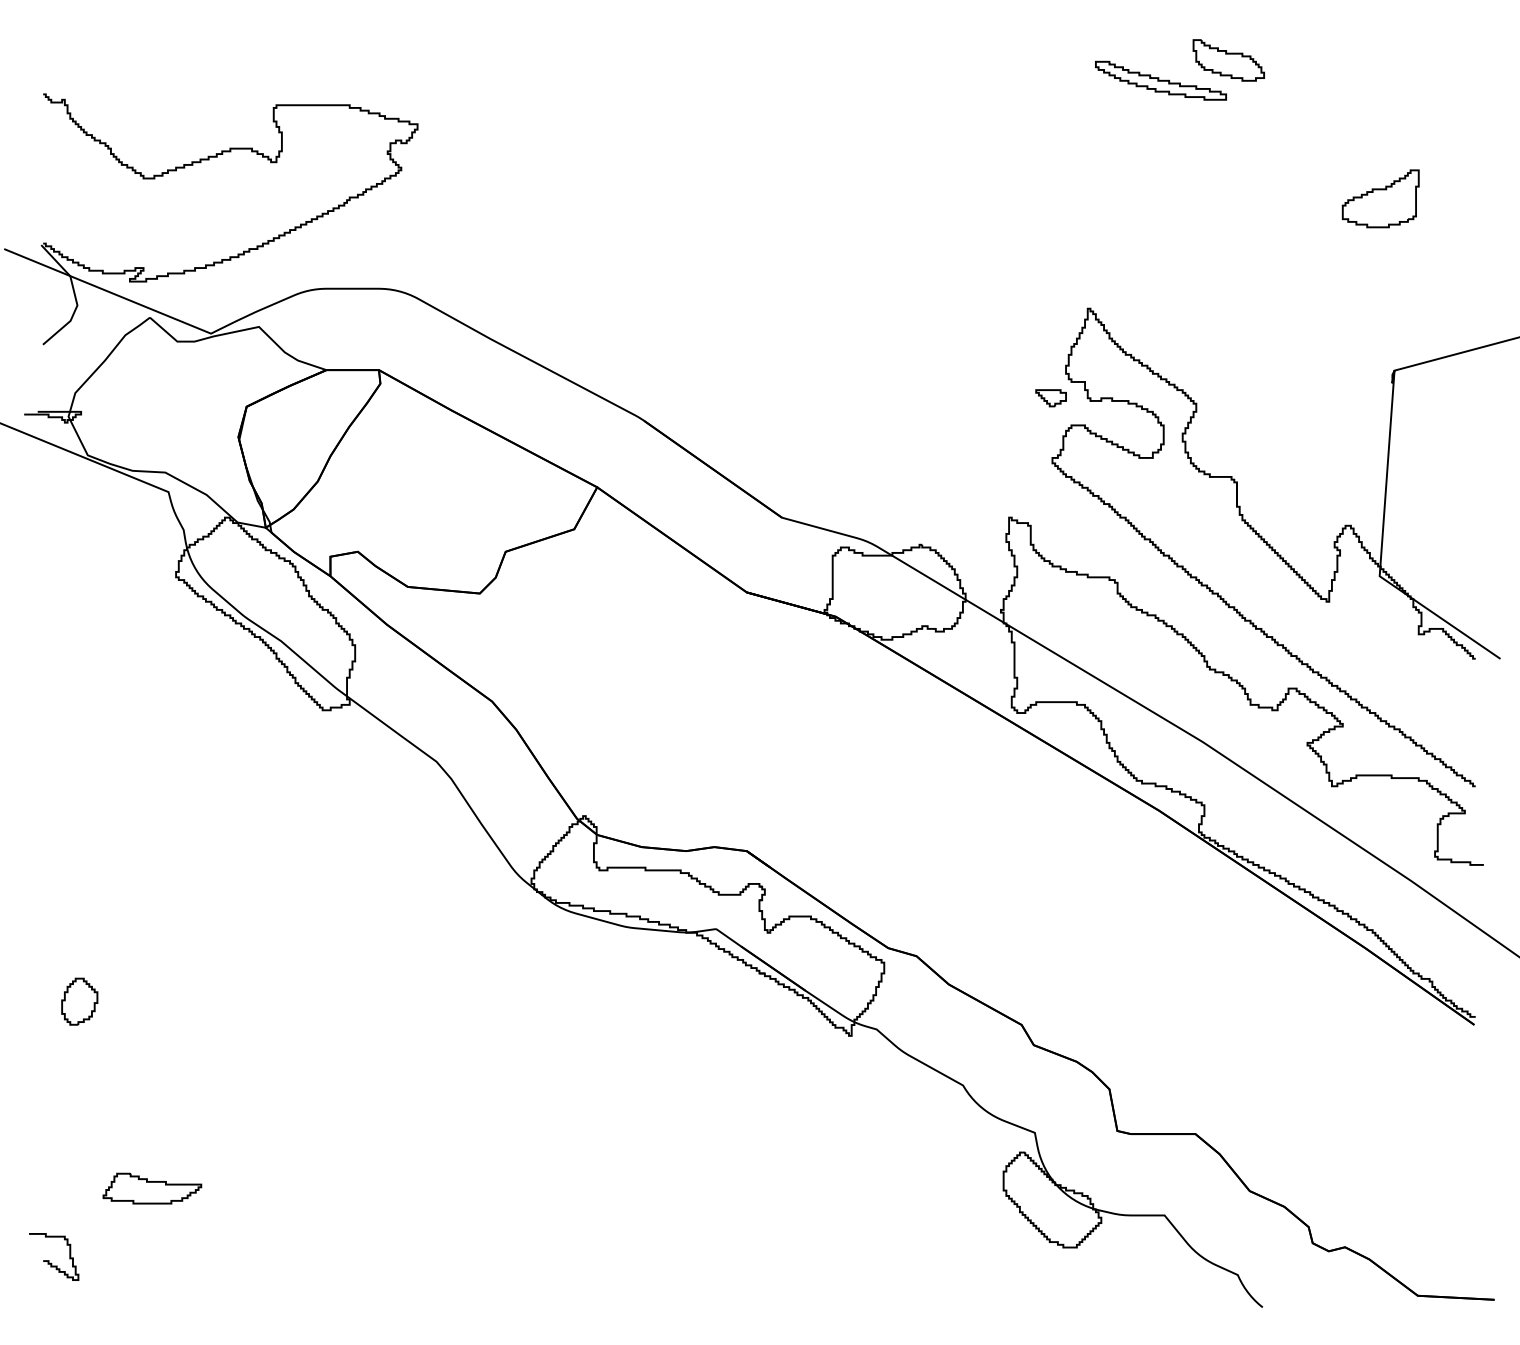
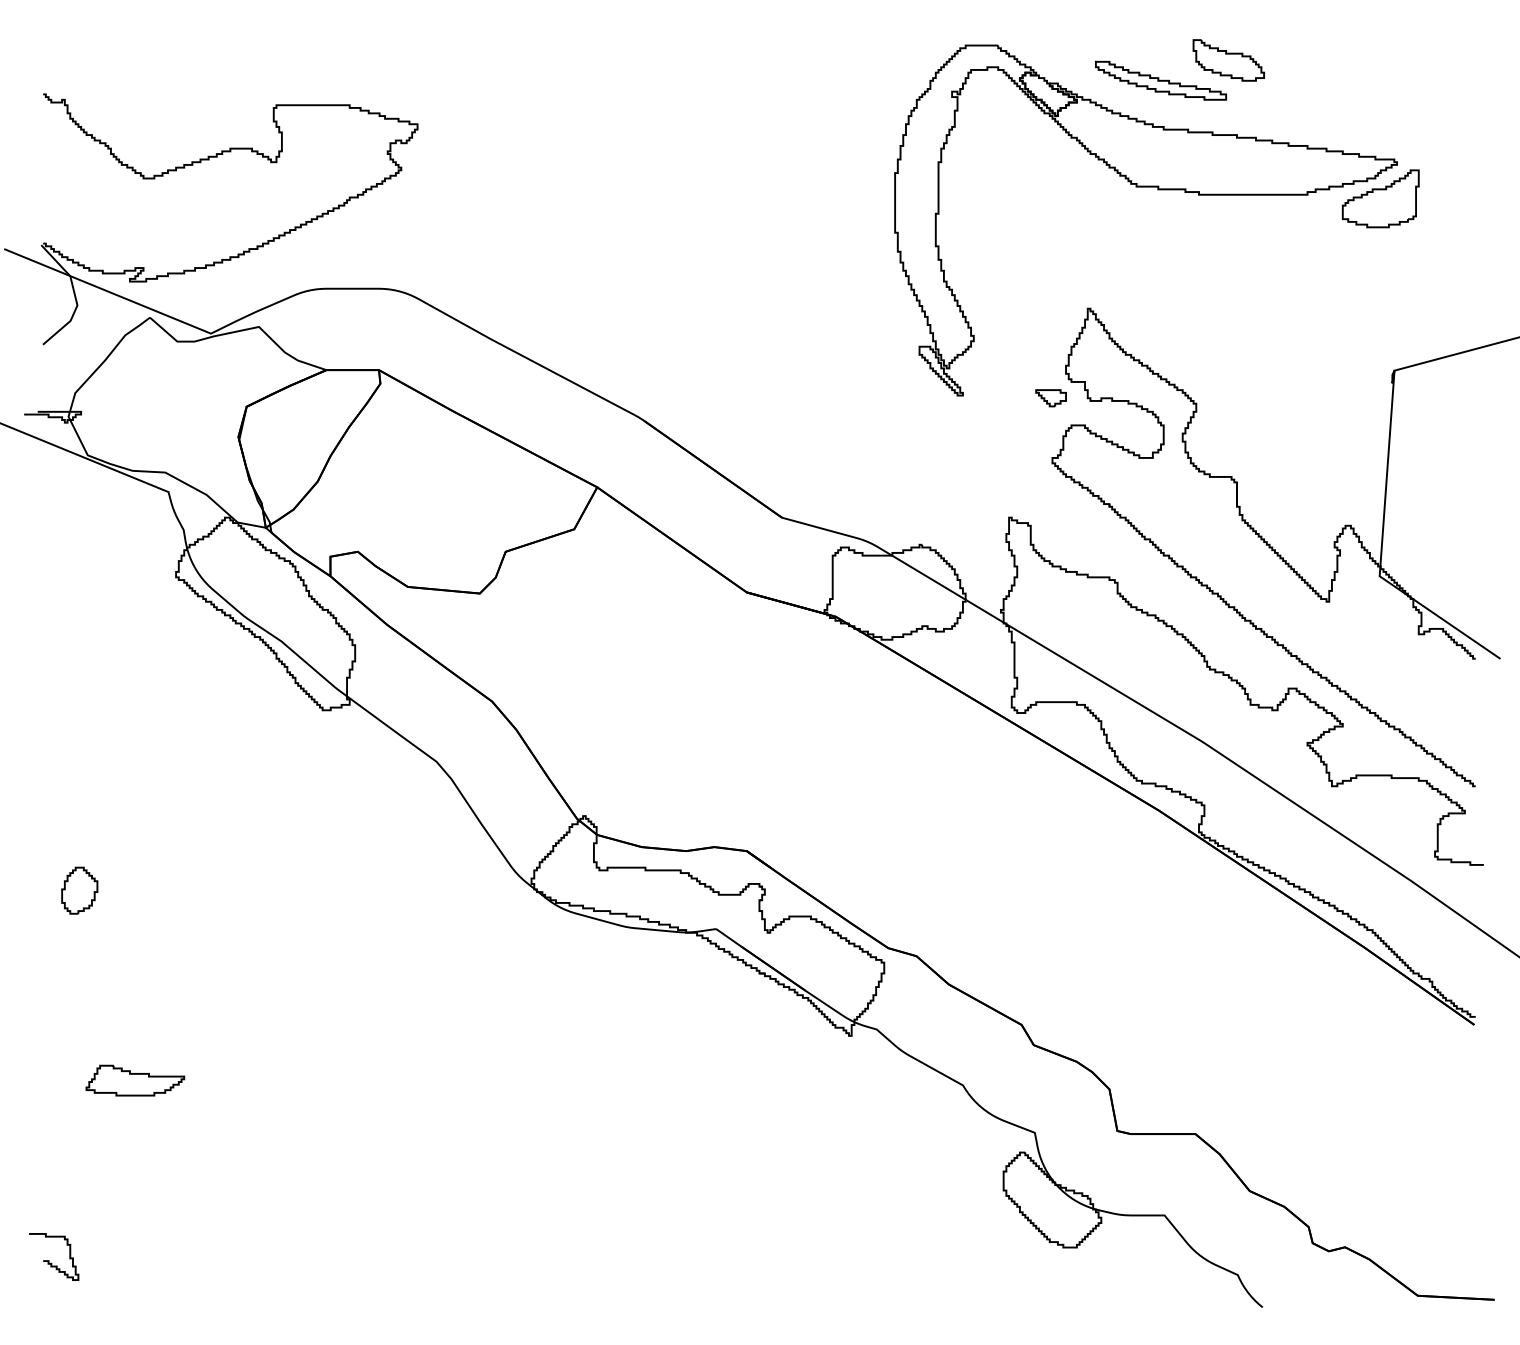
part at (1157, 190): none -> present
part at (79, 1001) position: (79, 1001) -> (79, 890)
part at (152, 1188) position: (152, 1188) -> (135, 1080)
